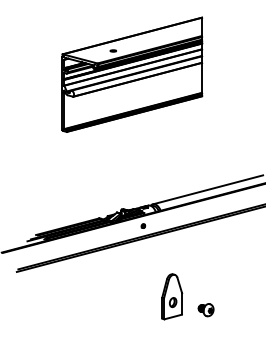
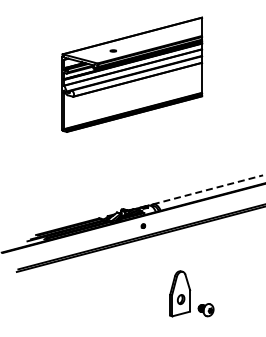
line at (208, 189): solid -> dashed
part at (172, 296) position: (172, 296) -> (180, 293)
